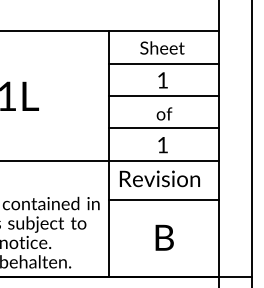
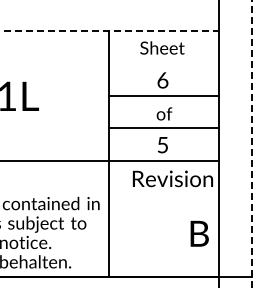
line at (110, 31): solid -> dashed
line at (164, 63): present -> none
text at (162, 80): 1 -> 6
line at (251, 143): solid -> dashed
text at (162, 145): 1 -> 5
text at (159, 178) position: (159, 178) -> (172, 178)
line at (164, 199): present -> none
text at (164, 237) position: (164, 237) -> (199, 233)
